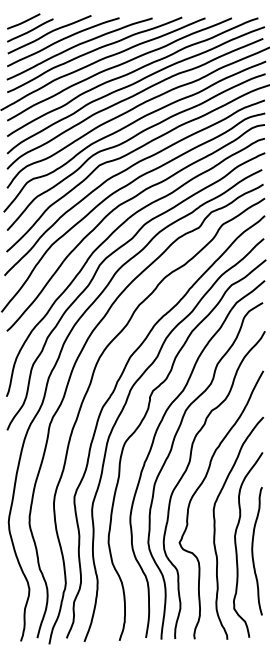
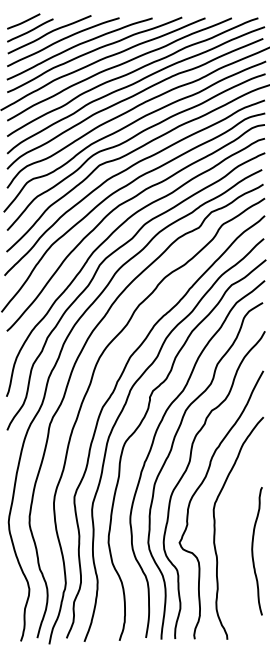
curve at (236, 544): present -> none
